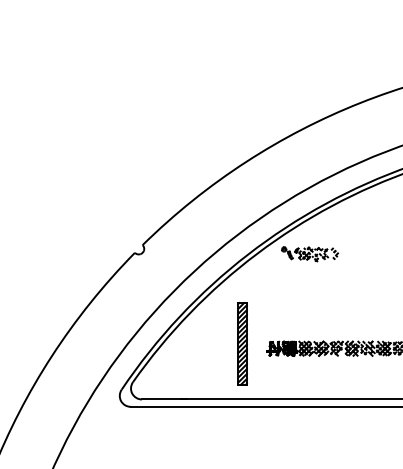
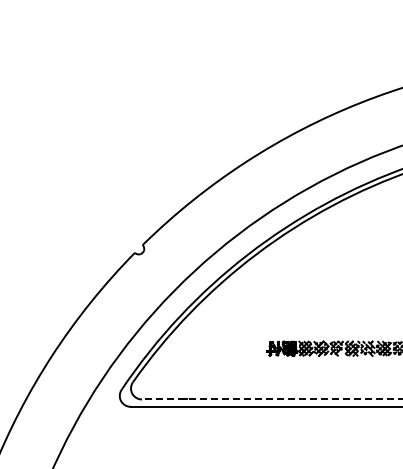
part at (310, 254): present -> none
part at (242, 343): present -> none
line at (271, 399): solid -> dashed
